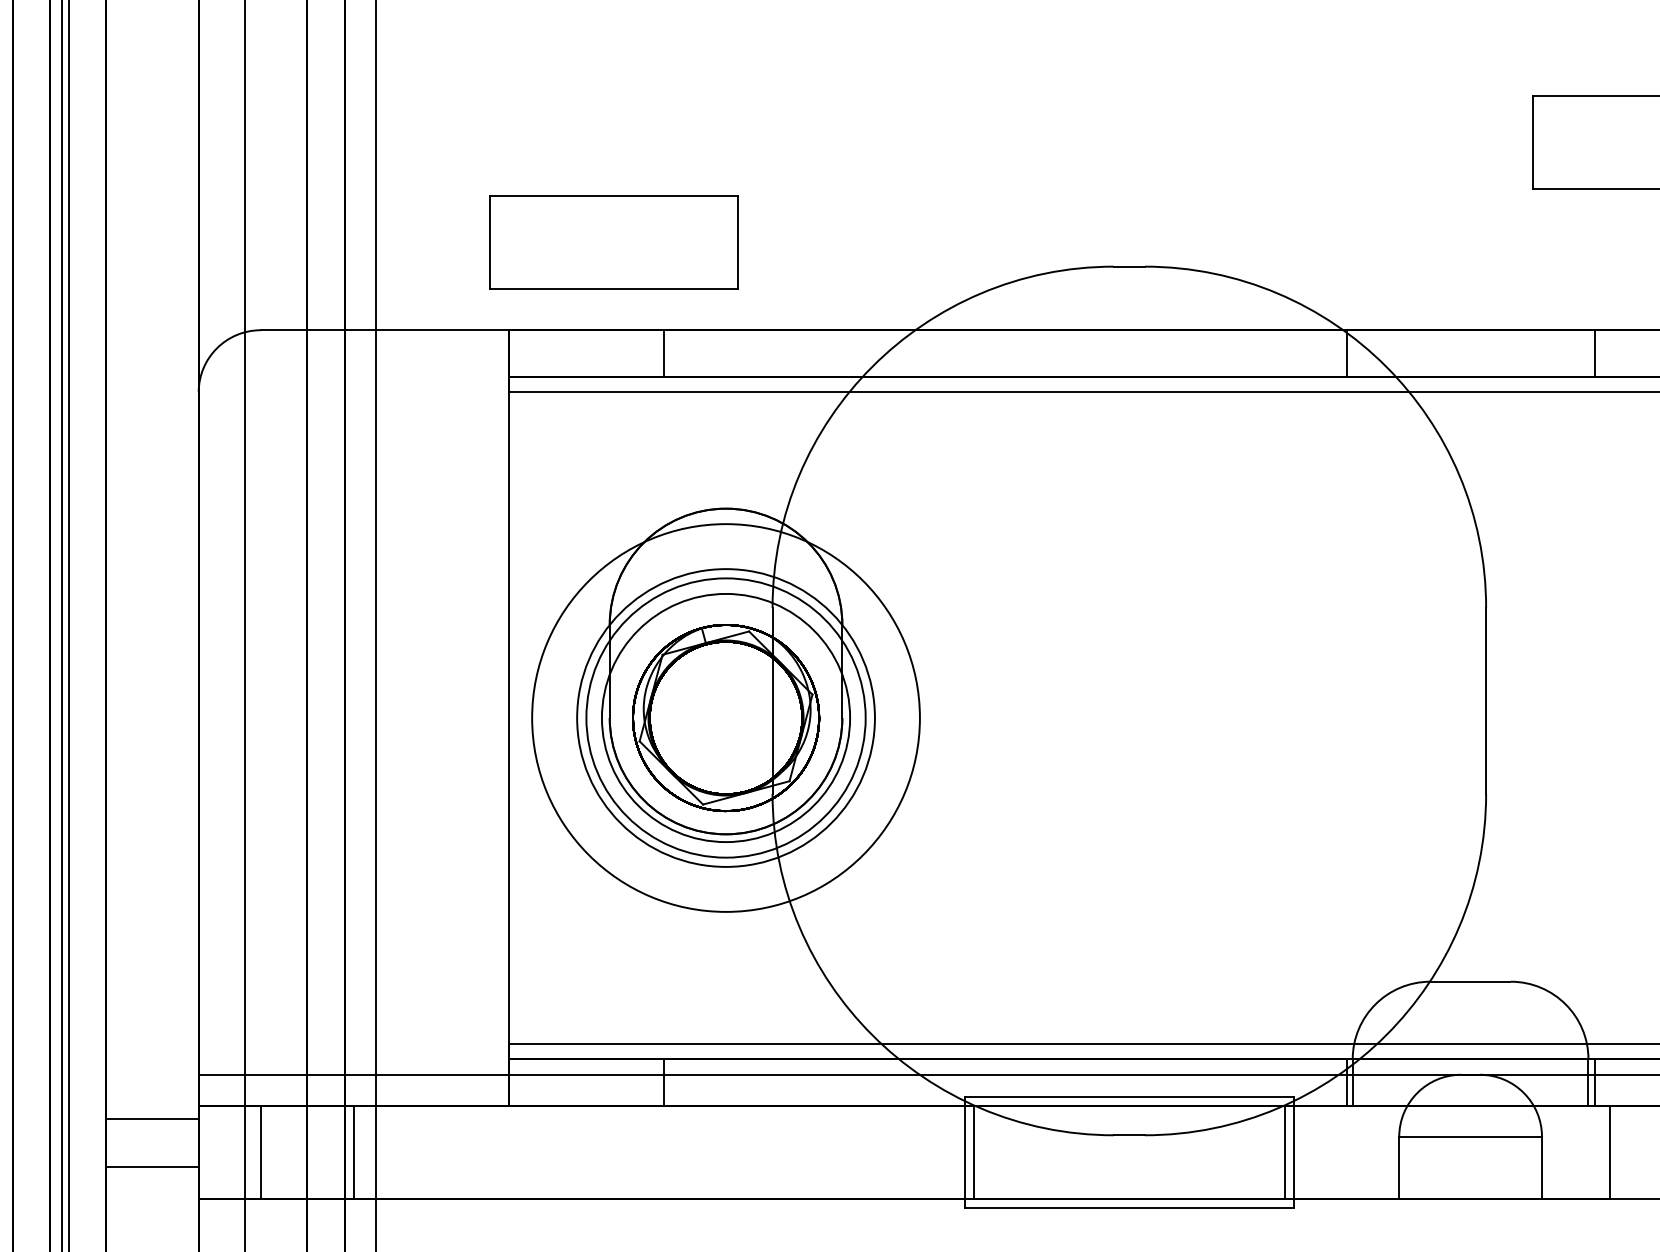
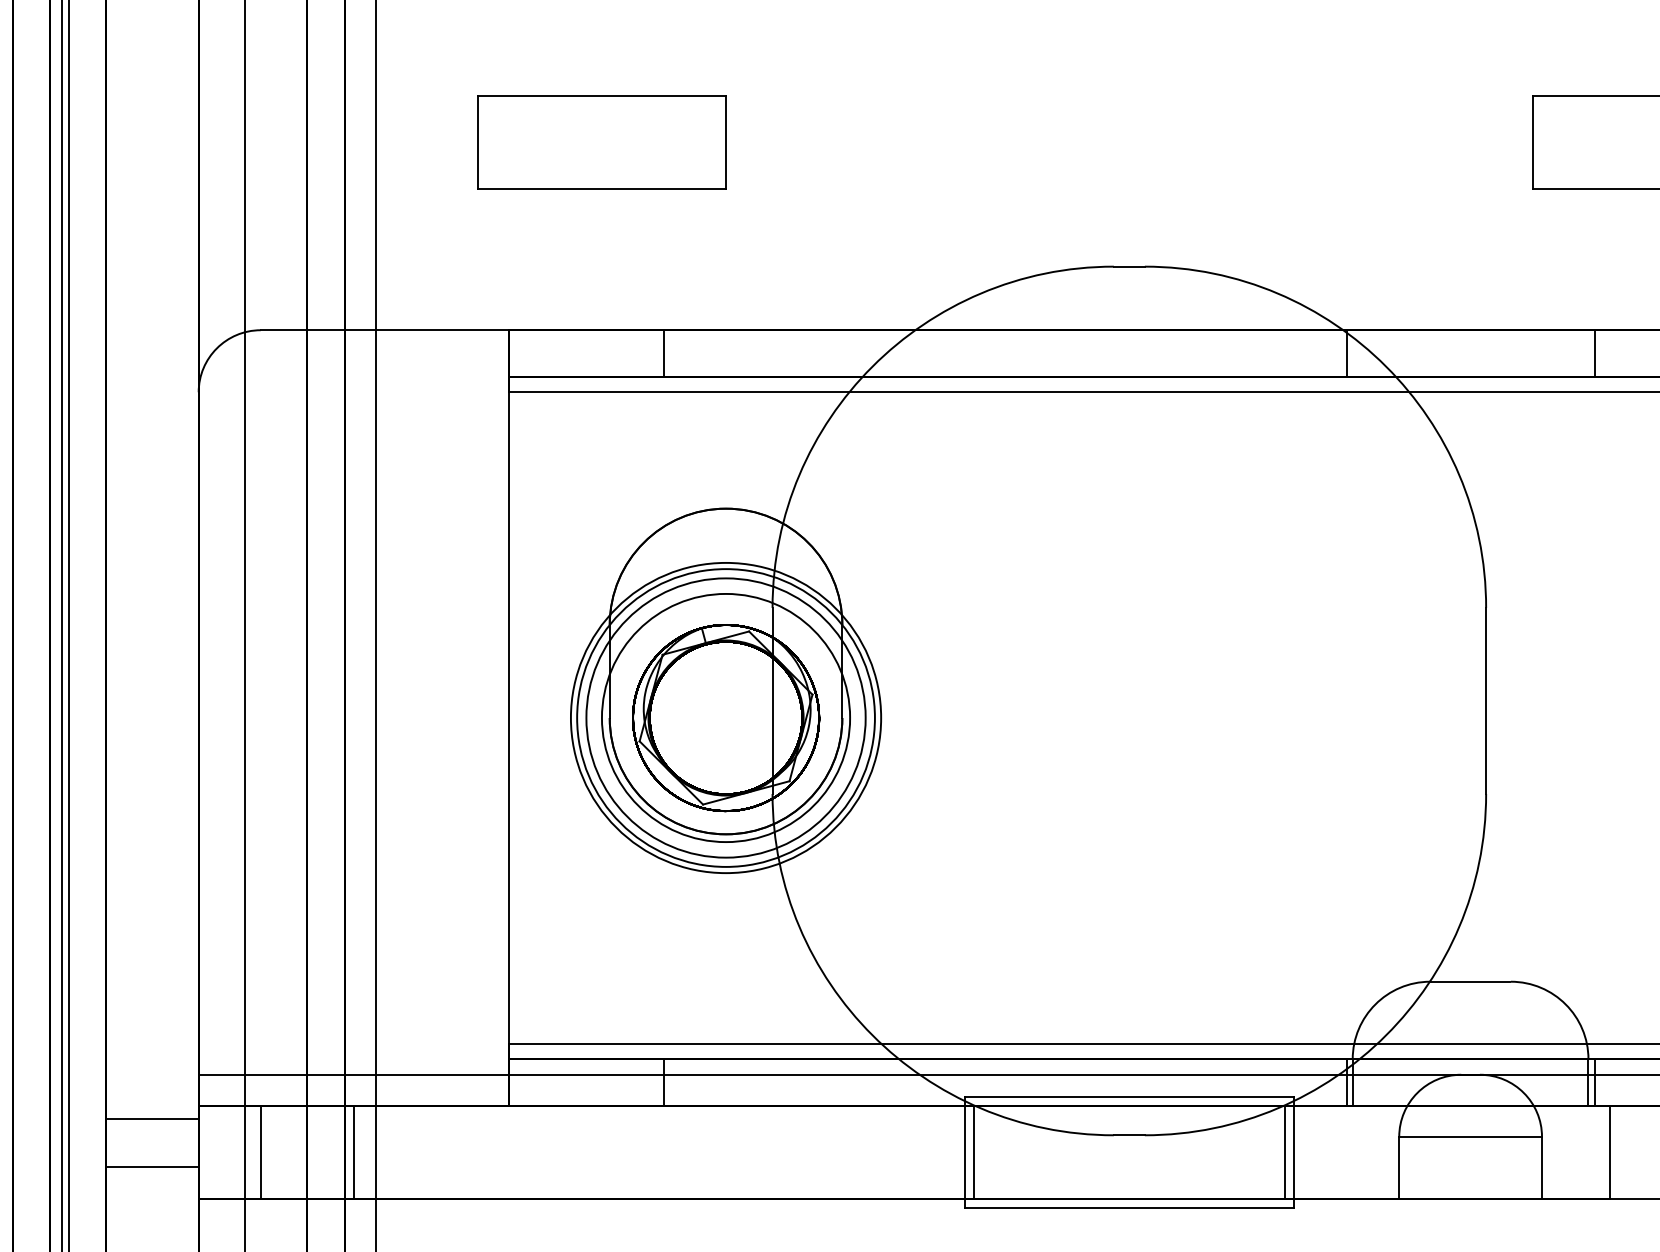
part at (613, 242) position: (613, 242) -> (601, 142)
circle at (725, 717) diameter: 388 px -> 310 px
